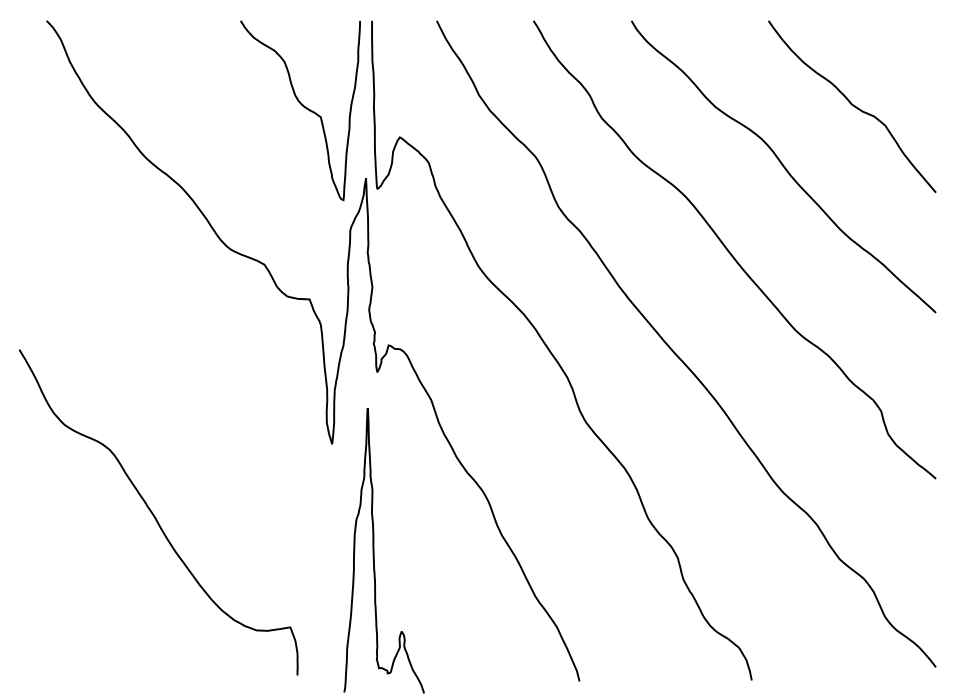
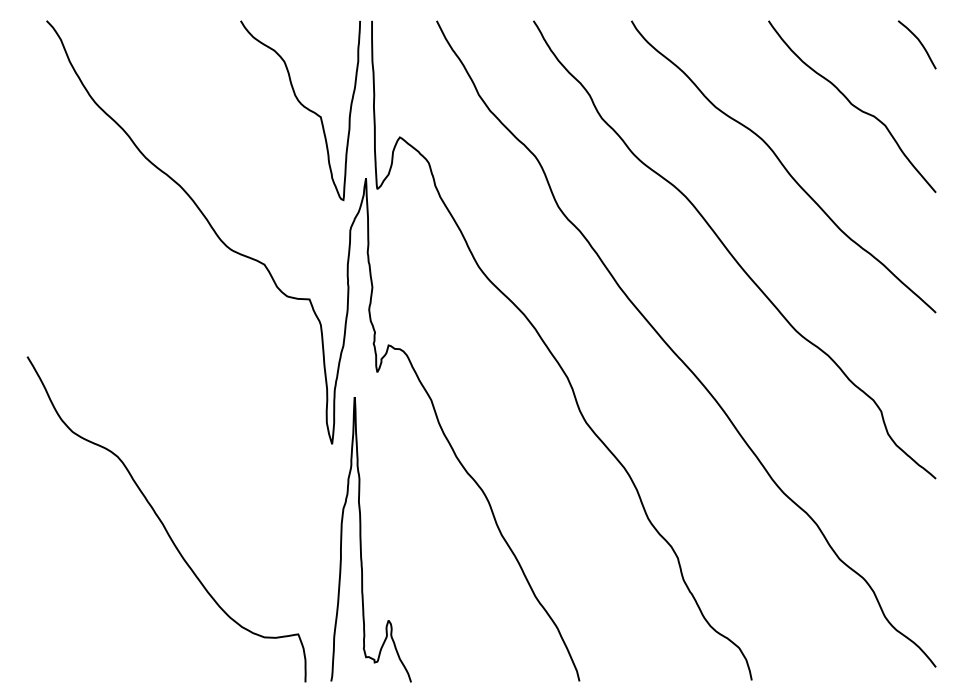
curve at (918, 41): none -> present
curve at (154, 514) position: (154, 514) -> (162, 521)
curve at (374, 550) position: (374, 550) -> (361, 539)
